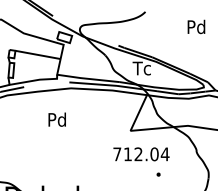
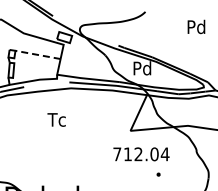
line at (38, 54): solid -> dashed
text at (141, 68): Tc -> Pd
text at (56, 119): Pd -> Tc
